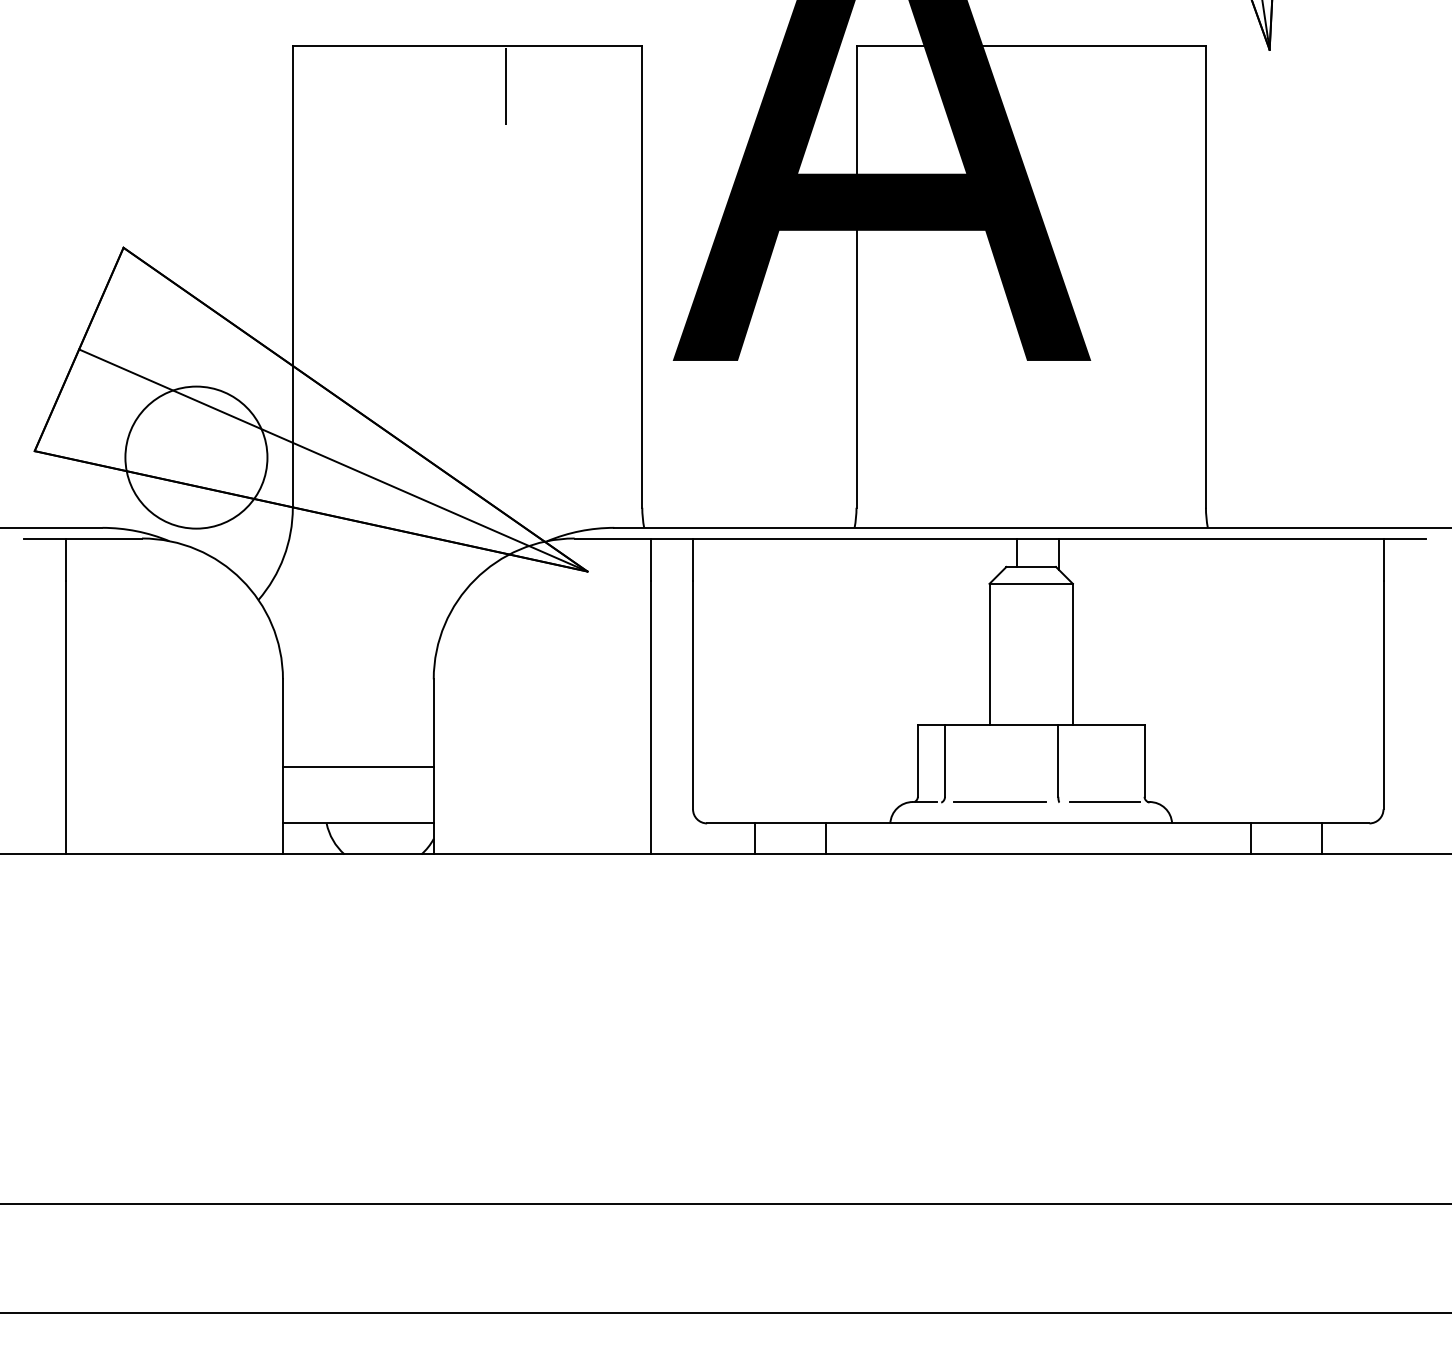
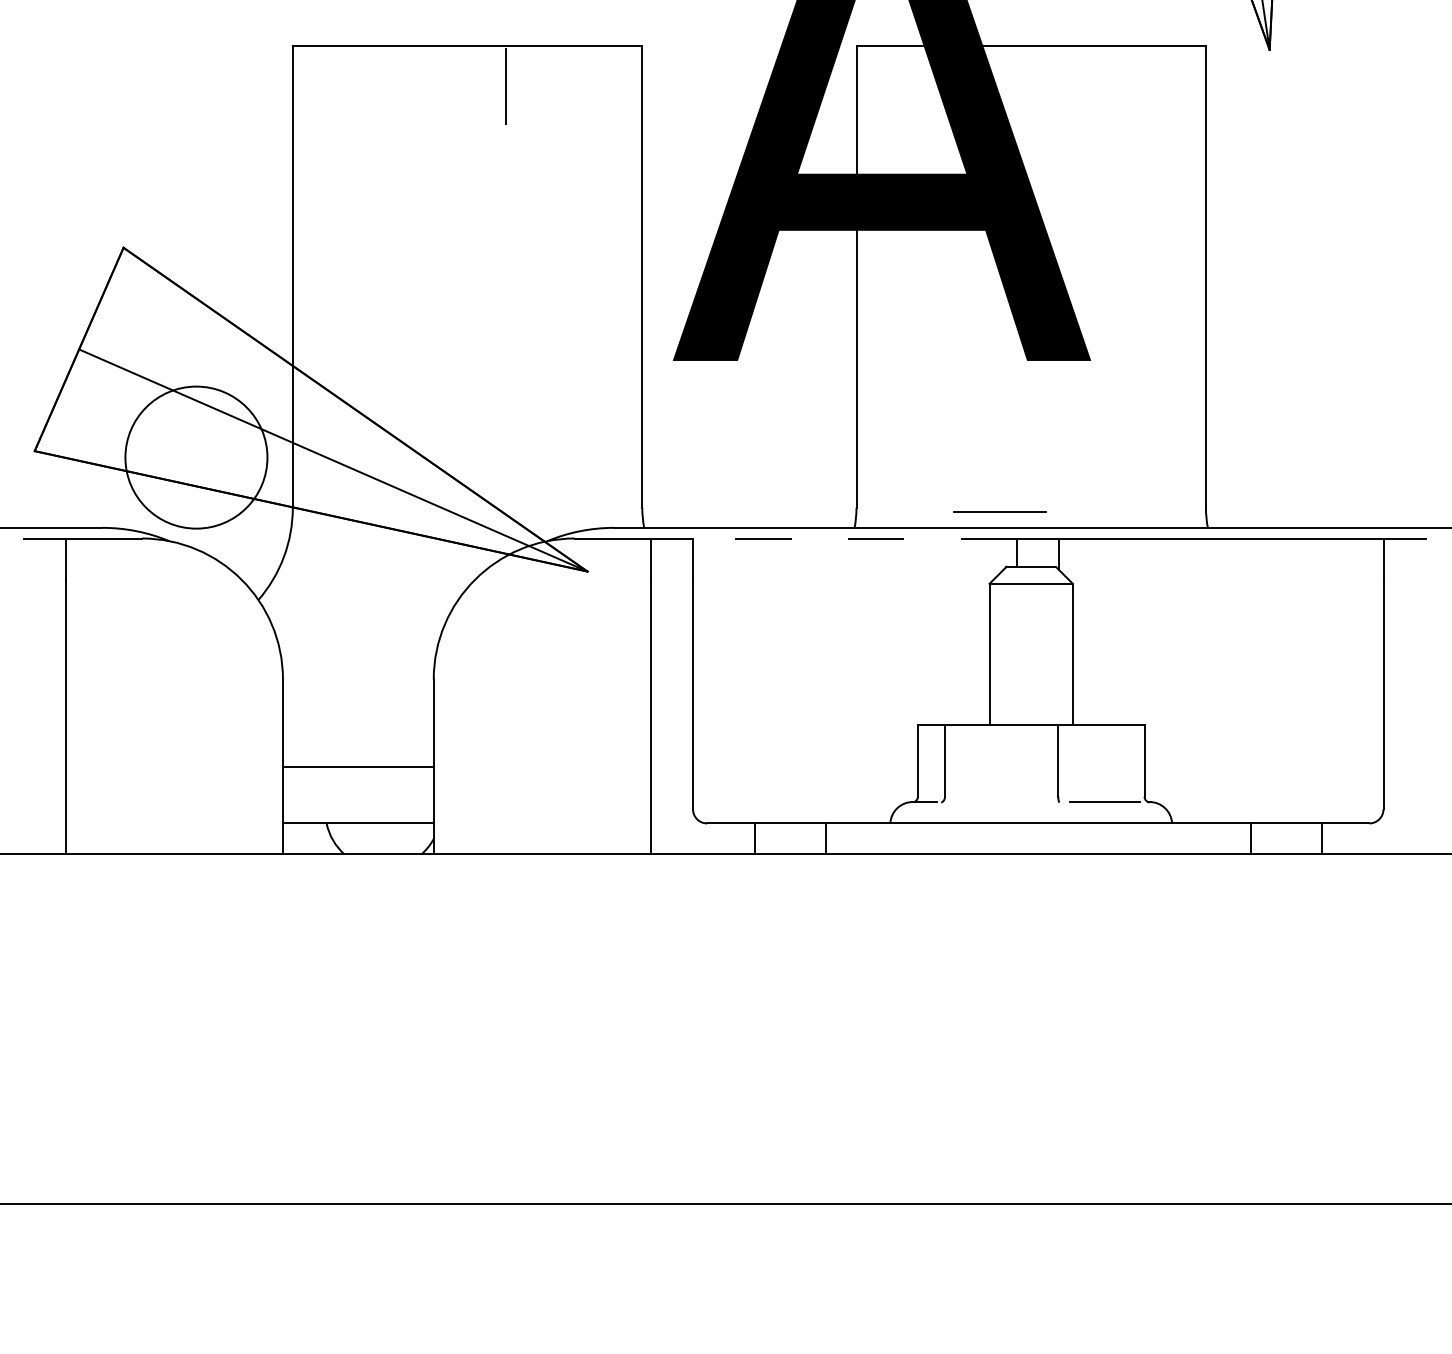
line at (854, 538): solid -> dashed
line at (999, 801) position: (999, 801) -> (999, 511)
line at (725, 1313): present -> none
